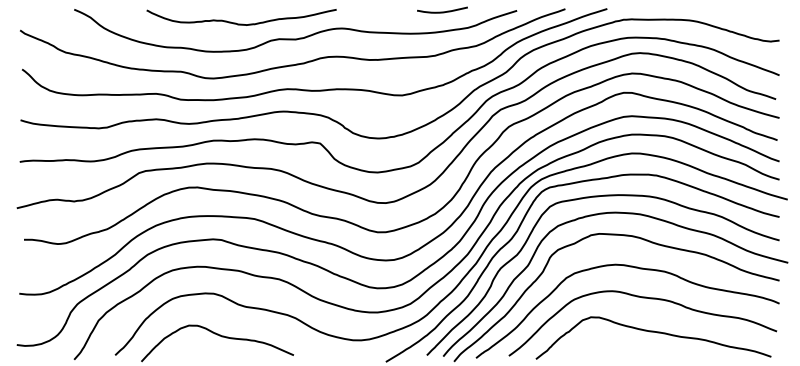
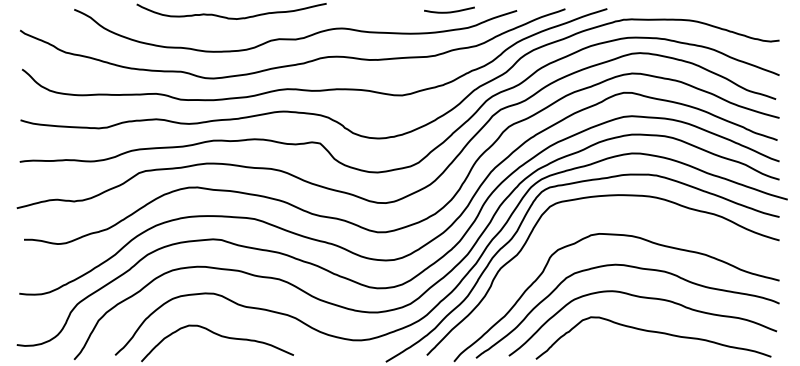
curve at (442, 11) position: (442, 11) -> (449, 11)
curve at (241, 23) position: (241, 23) -> (231, 17)
curve at (604, 214): present -> none
